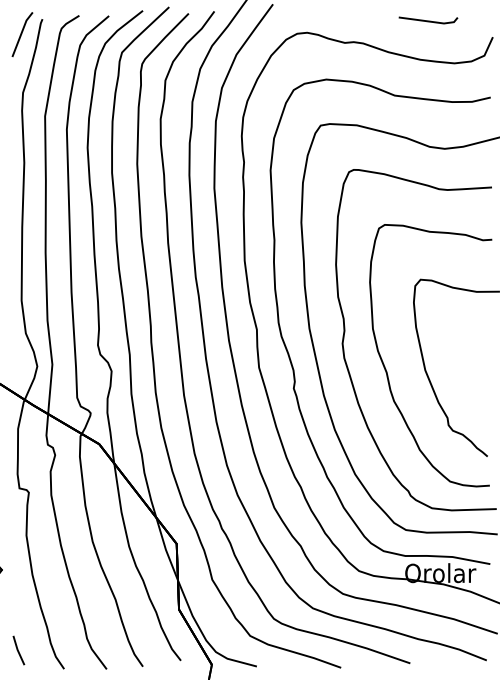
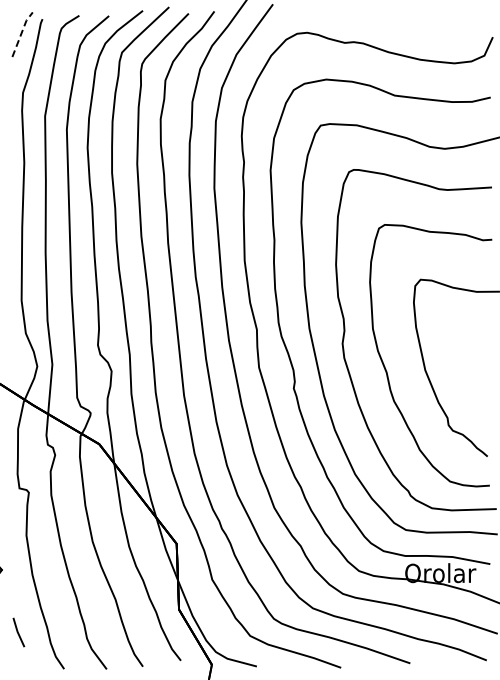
line at (428, 20): present -> none
line at (21, 33): solid -> dashed
line at (18, 650) position: (18, 650) -> (18, 632)
